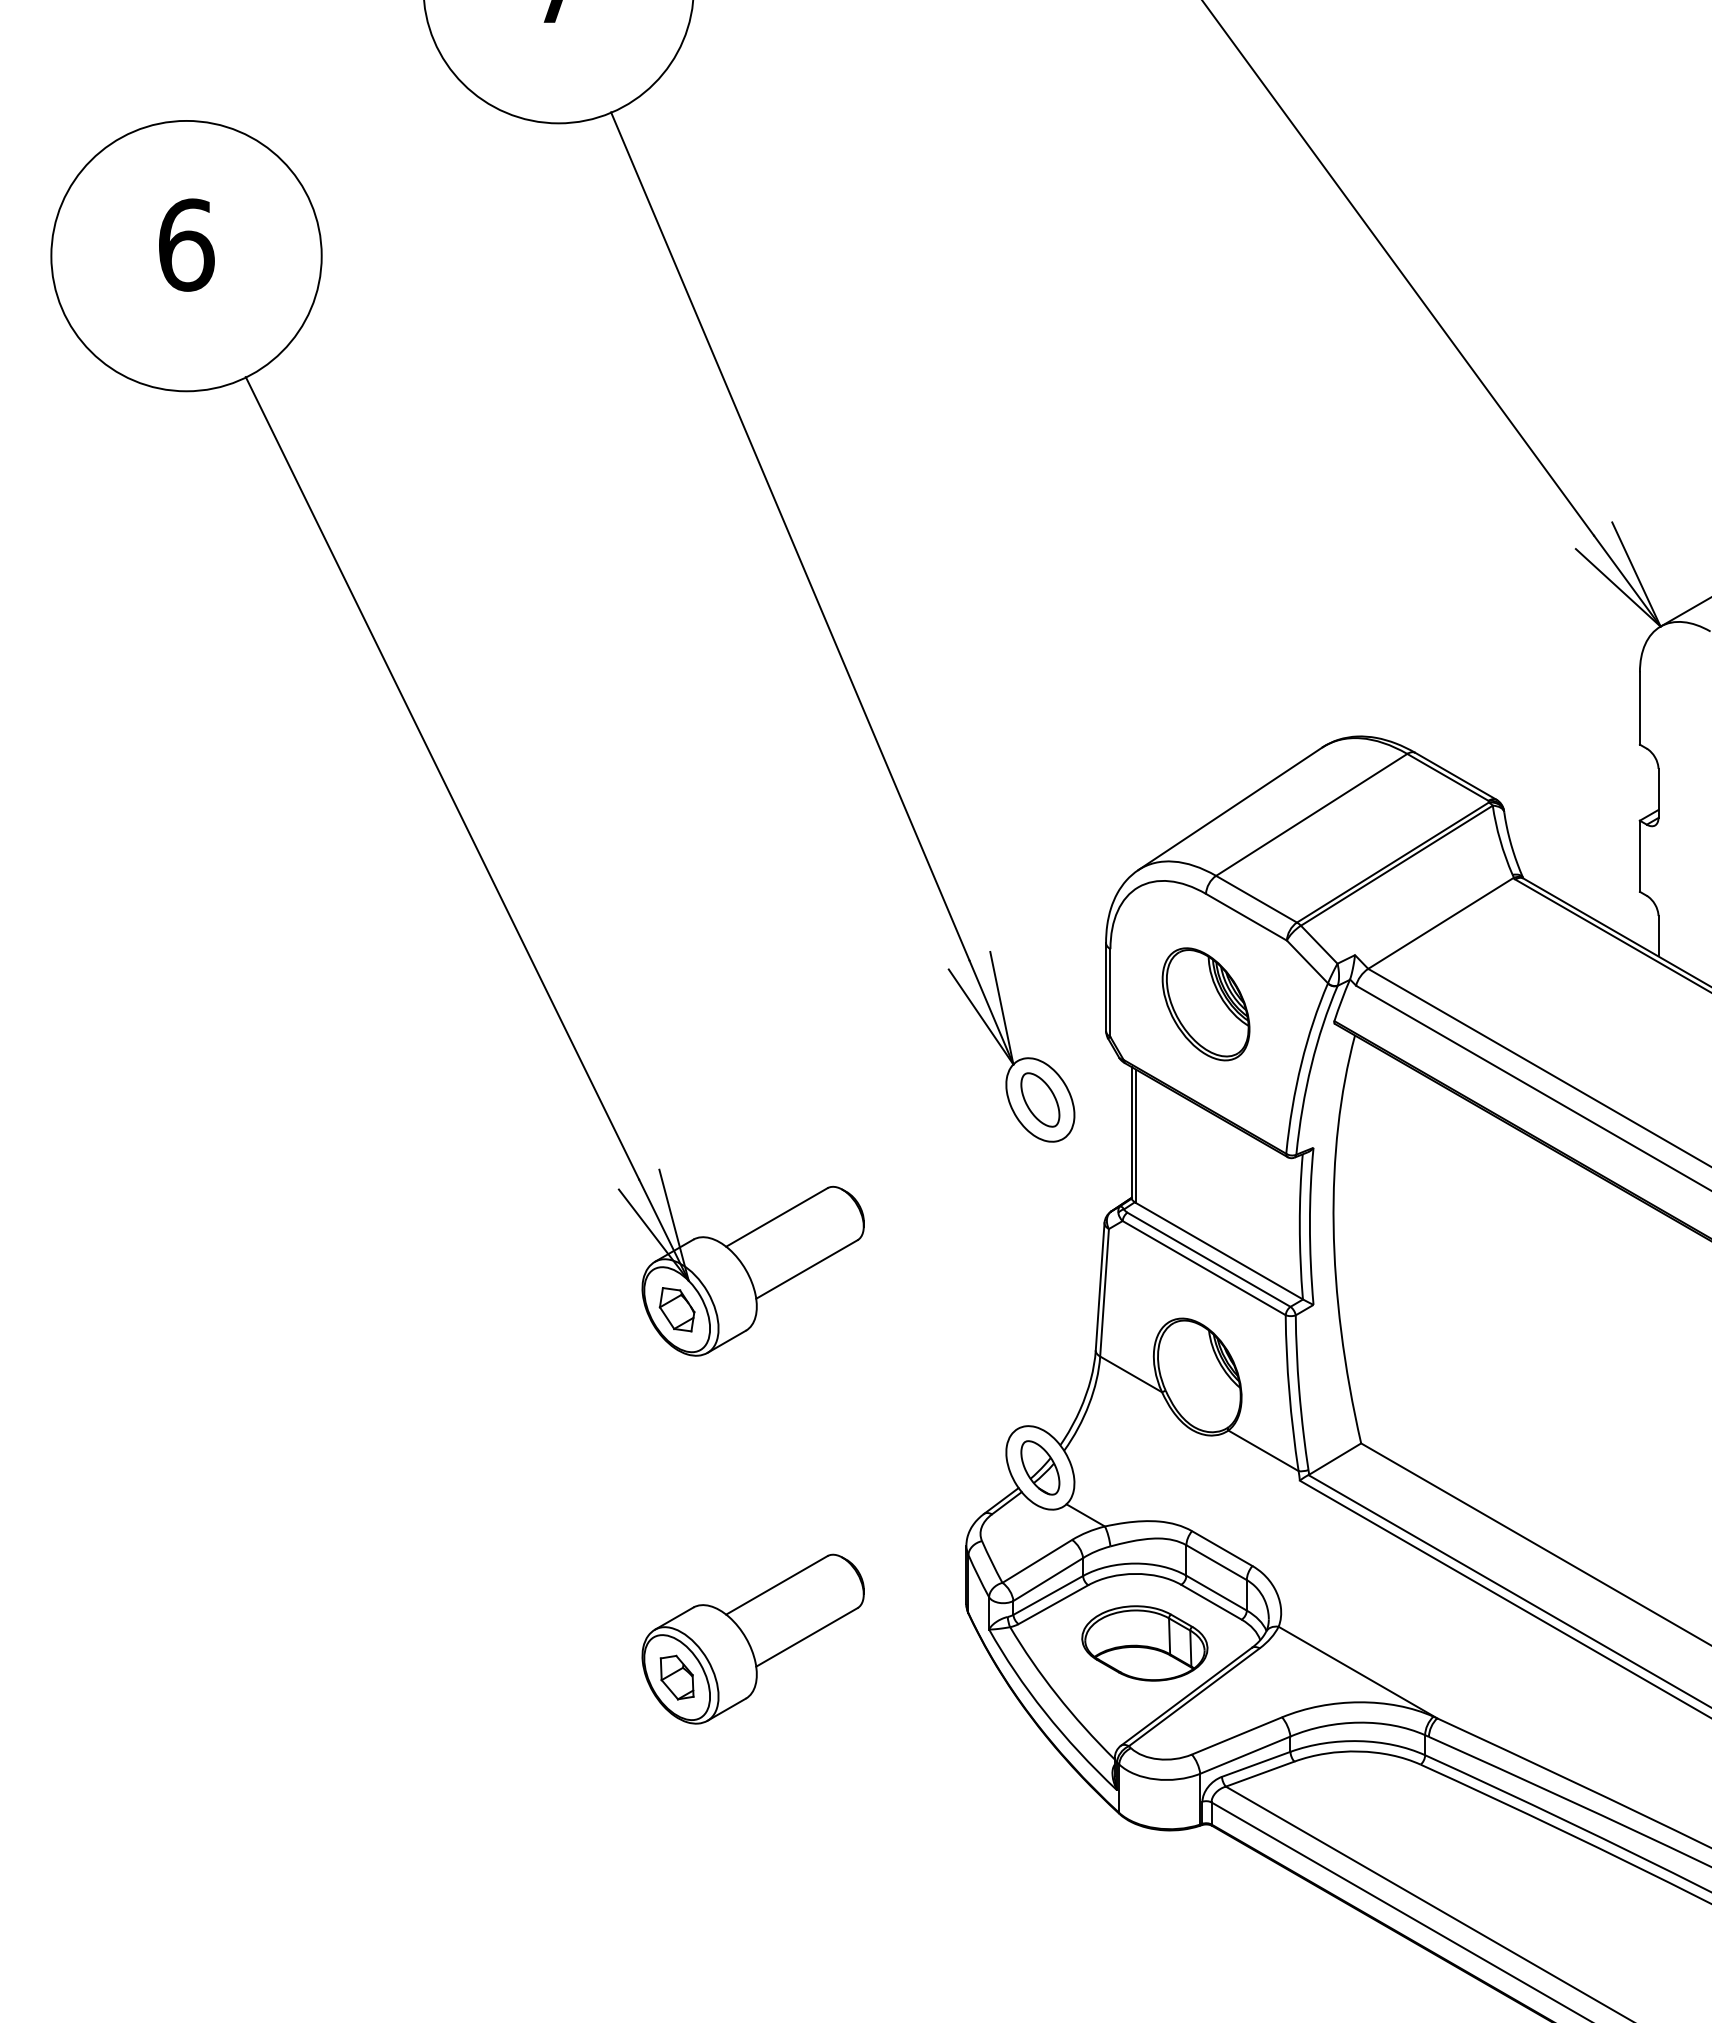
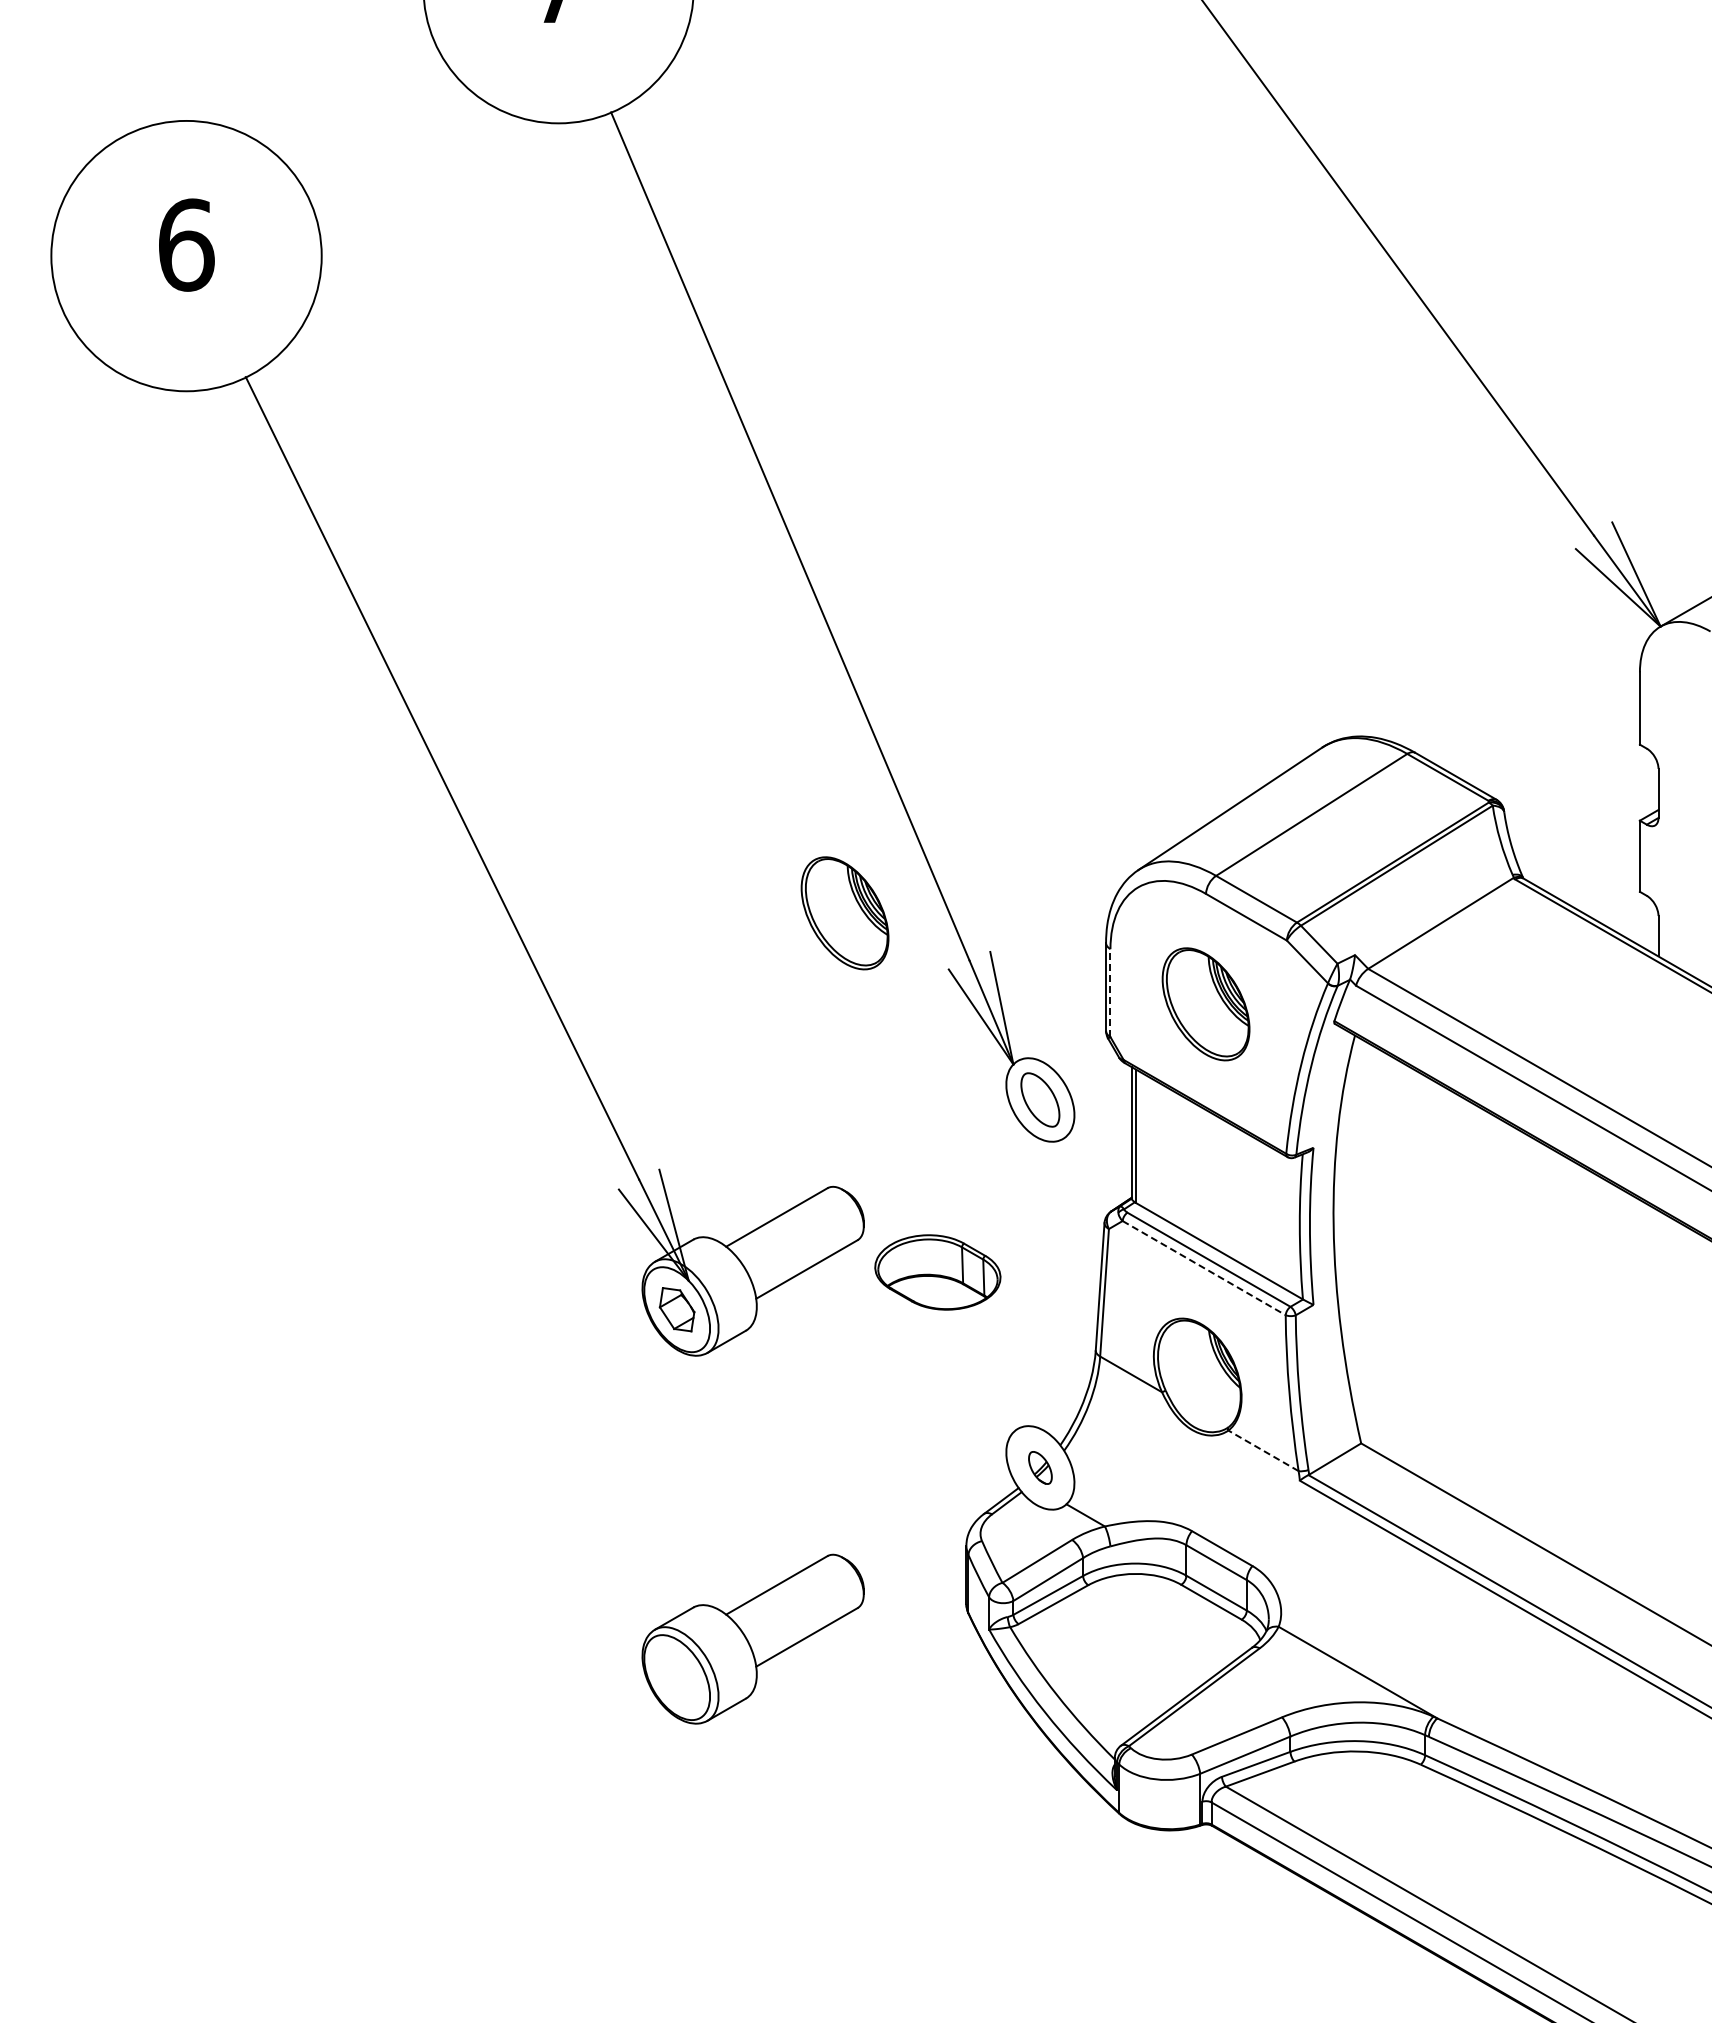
part at (844, 913): none -> present
line at (1110, 993): solid -> dashed
line at (1204, 1268): solid -> dashed
line at (1263, 1450): solid -> dashed
part at (1040, 1467) size: 41x56 px -> 25x34 px
part at (1144, 1643) position: (1144, 1643) -> (937, 1272)
part at (676, 1677): present -> none
